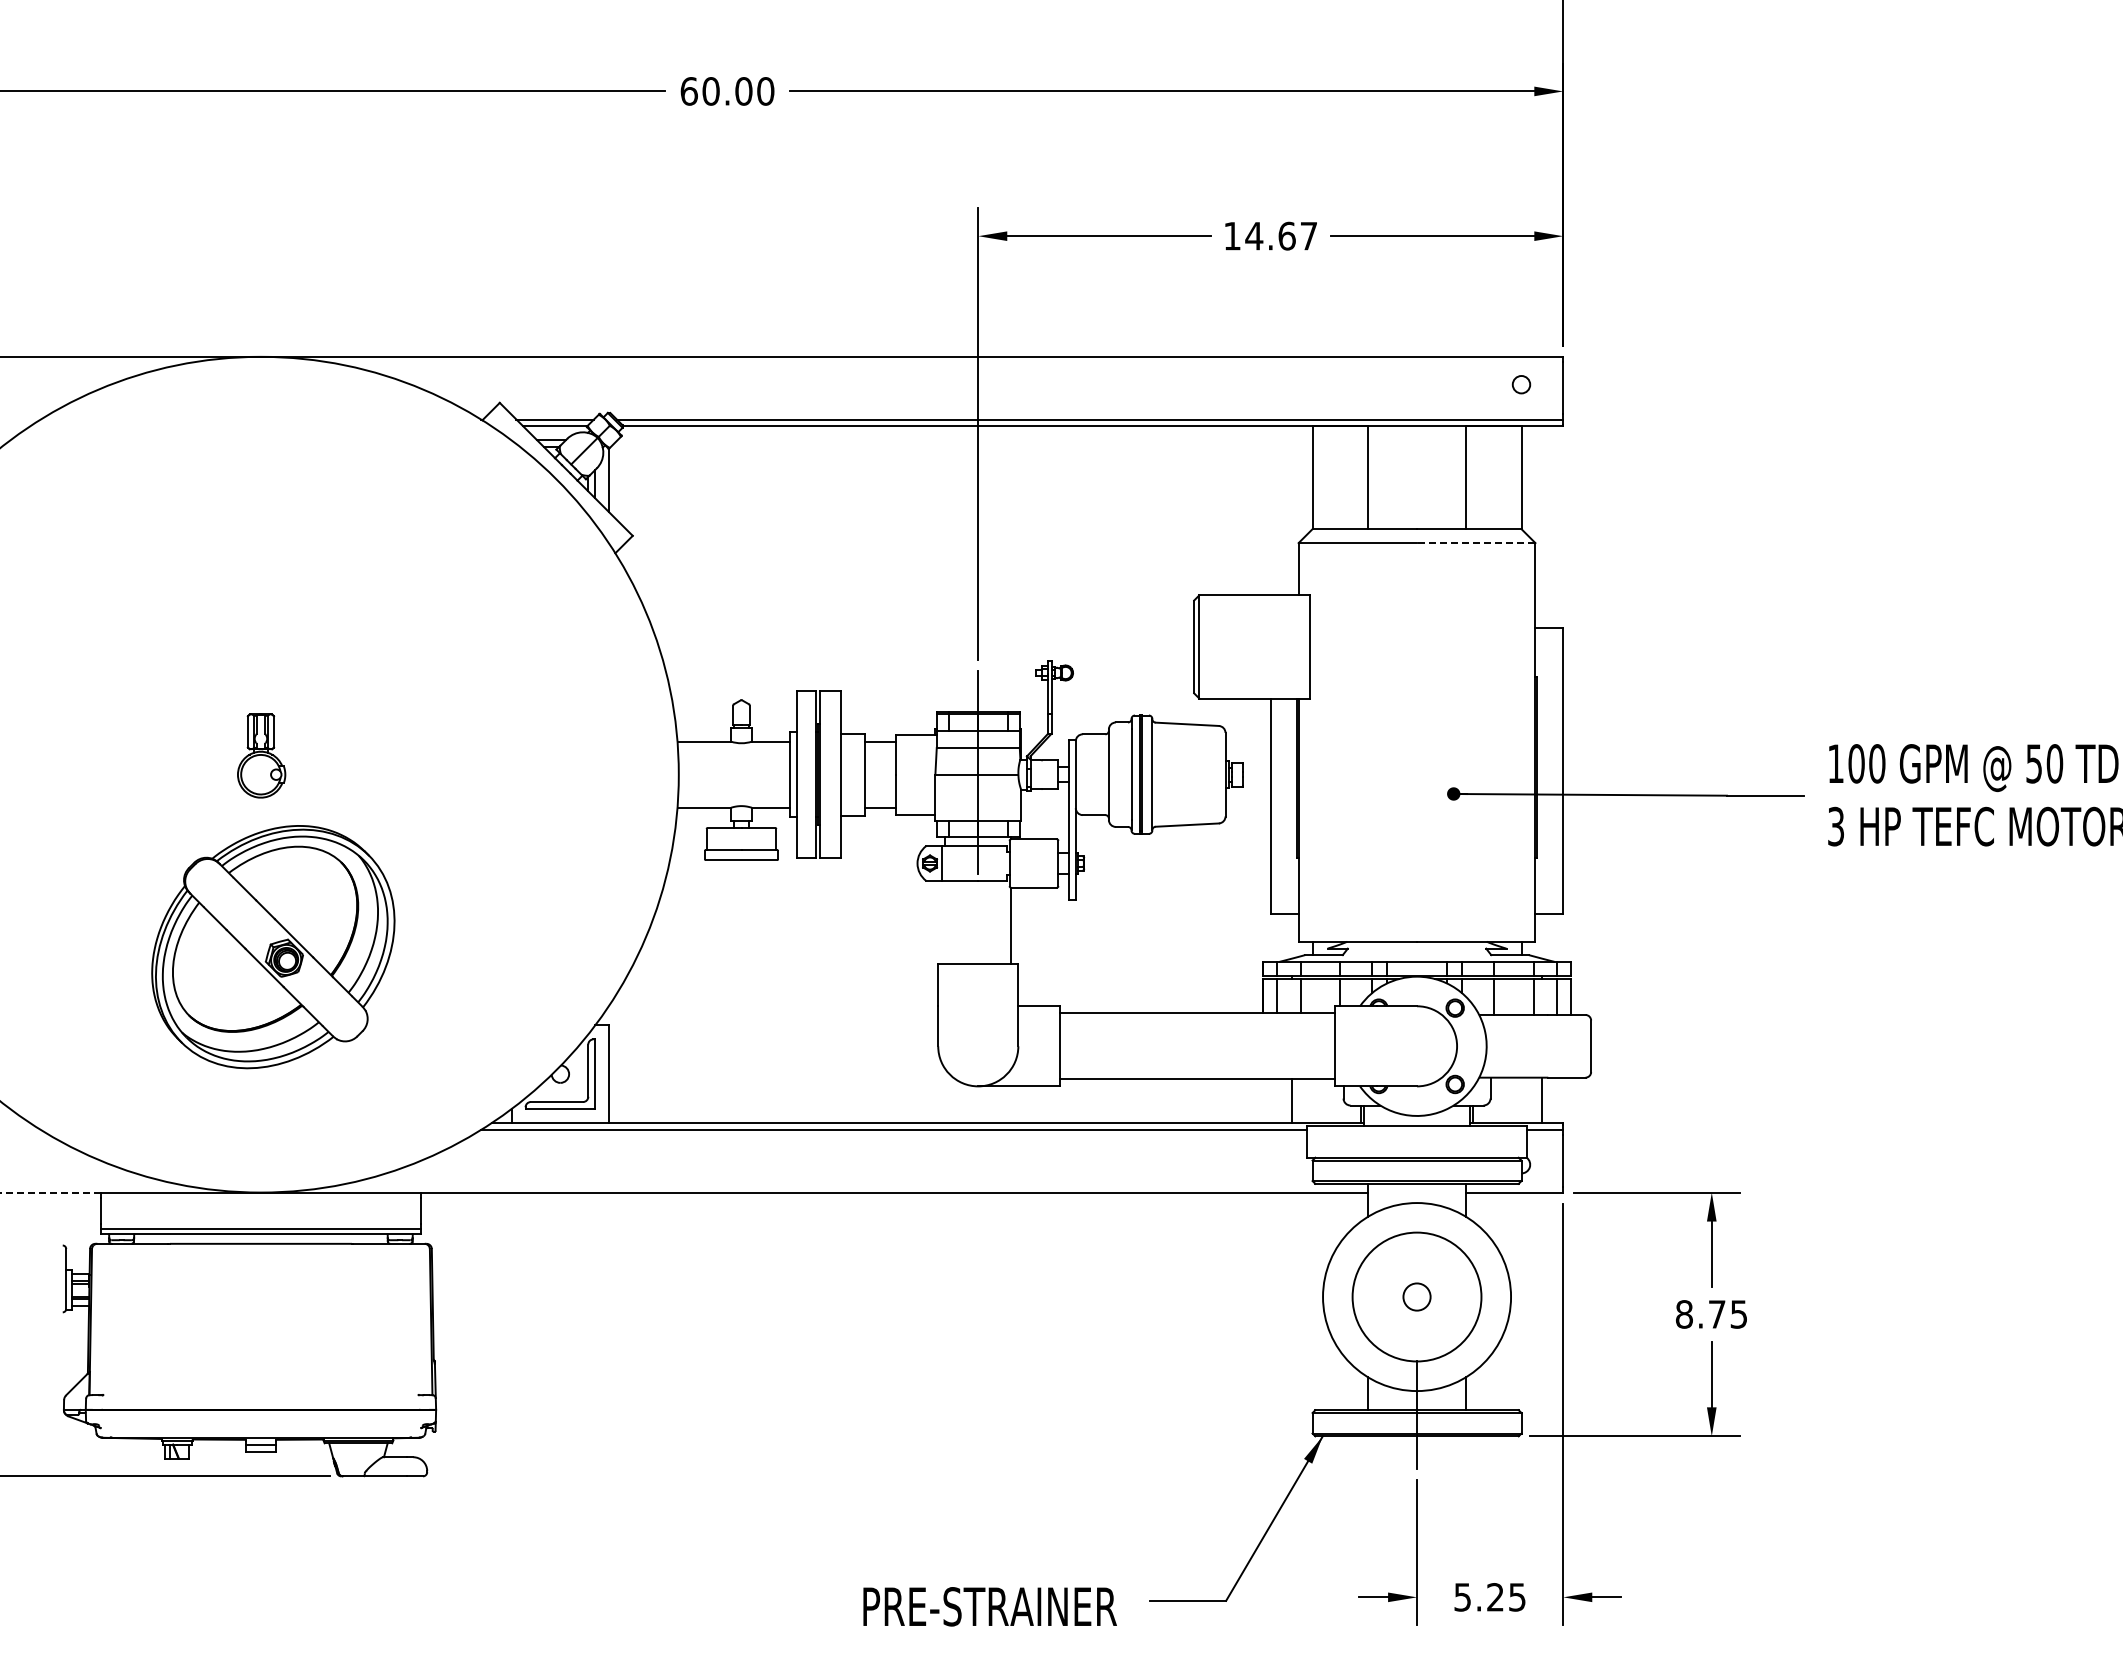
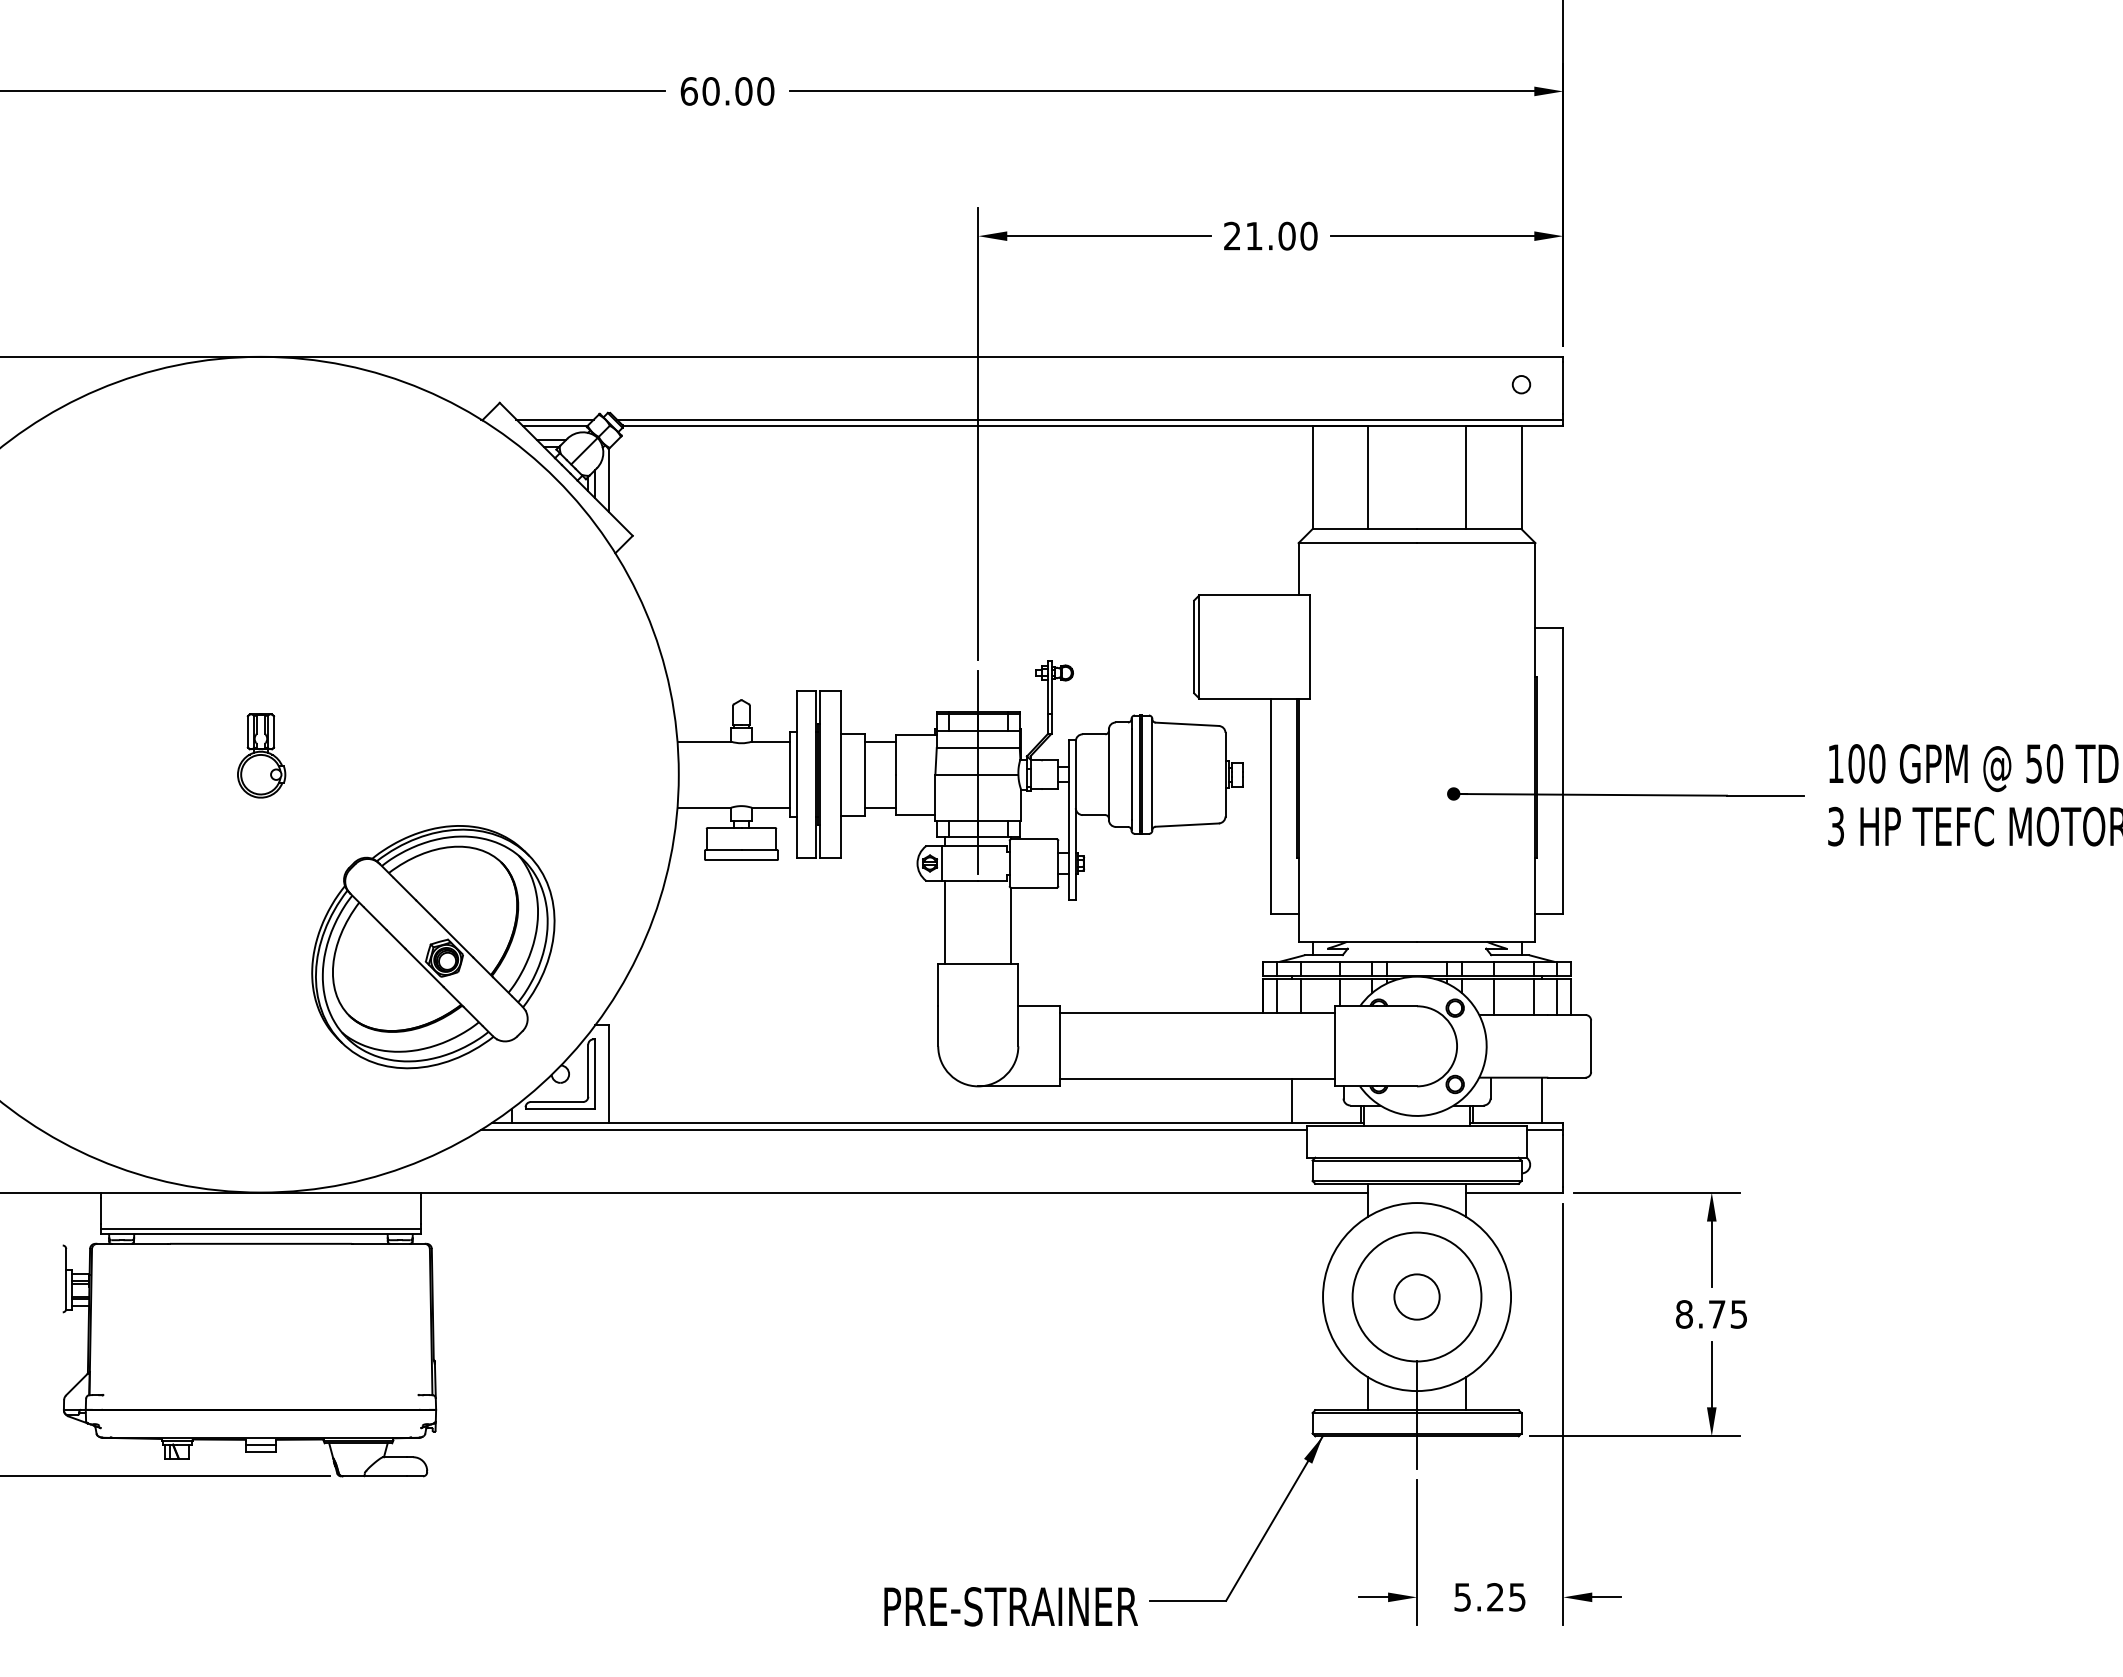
text at (1270, 235): 14.67 -> 21.00
line at (1475, 543): dashed -> solid
line at (945, 922): none -> present
part at (273, 947) position: (273, 947) -> (433, 947)
line at (50, 1192): dashed -> solid
circle at (1416, 1296) diameter: 27 px -> 45 px
text at (989, 1606) position: (989, 1606) -> (1010, 1606)
